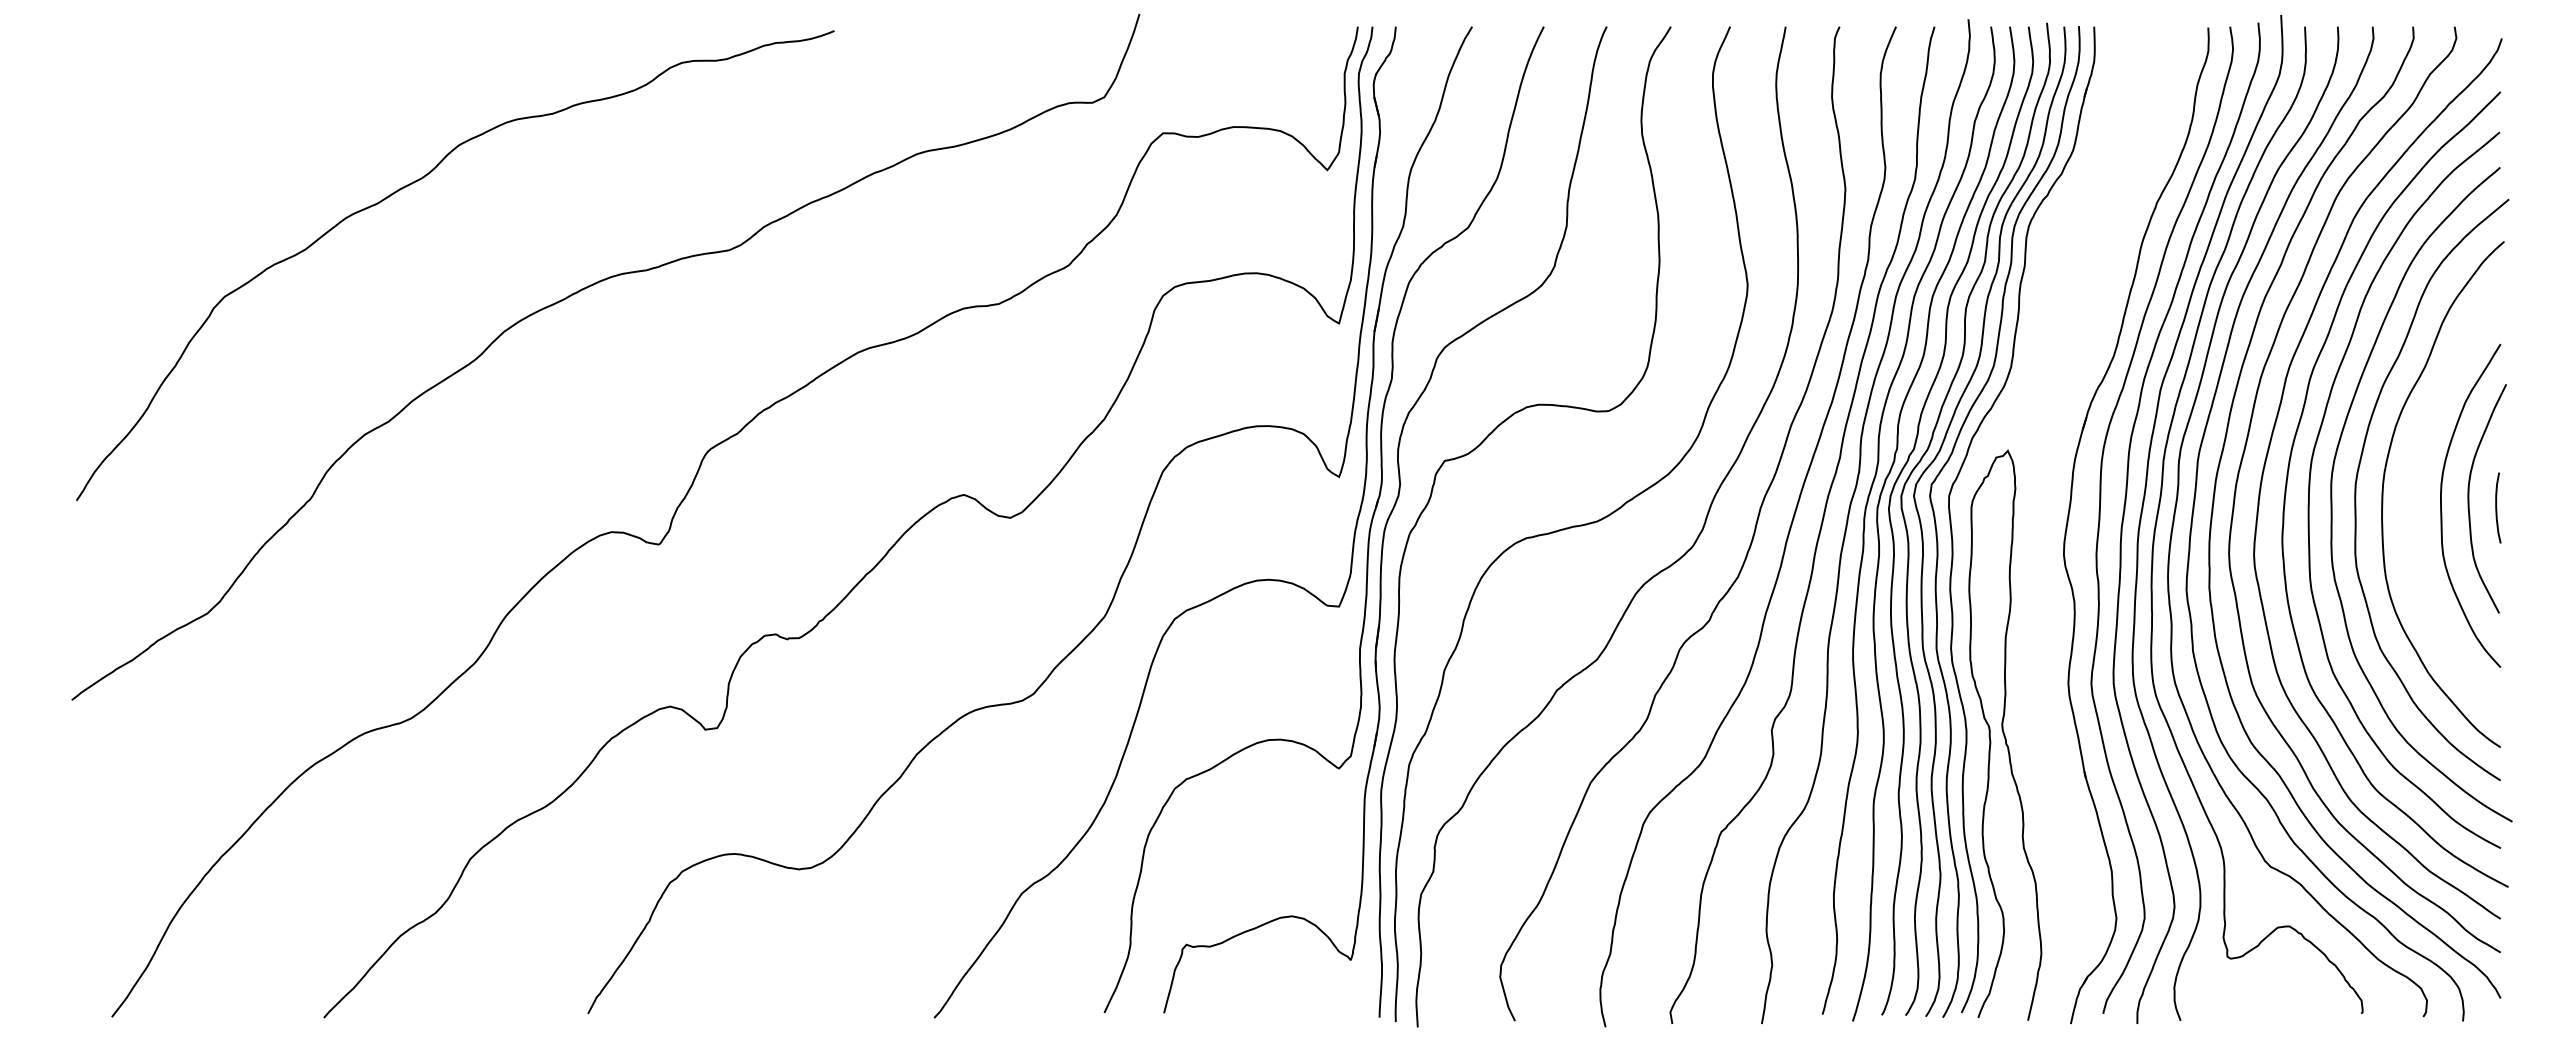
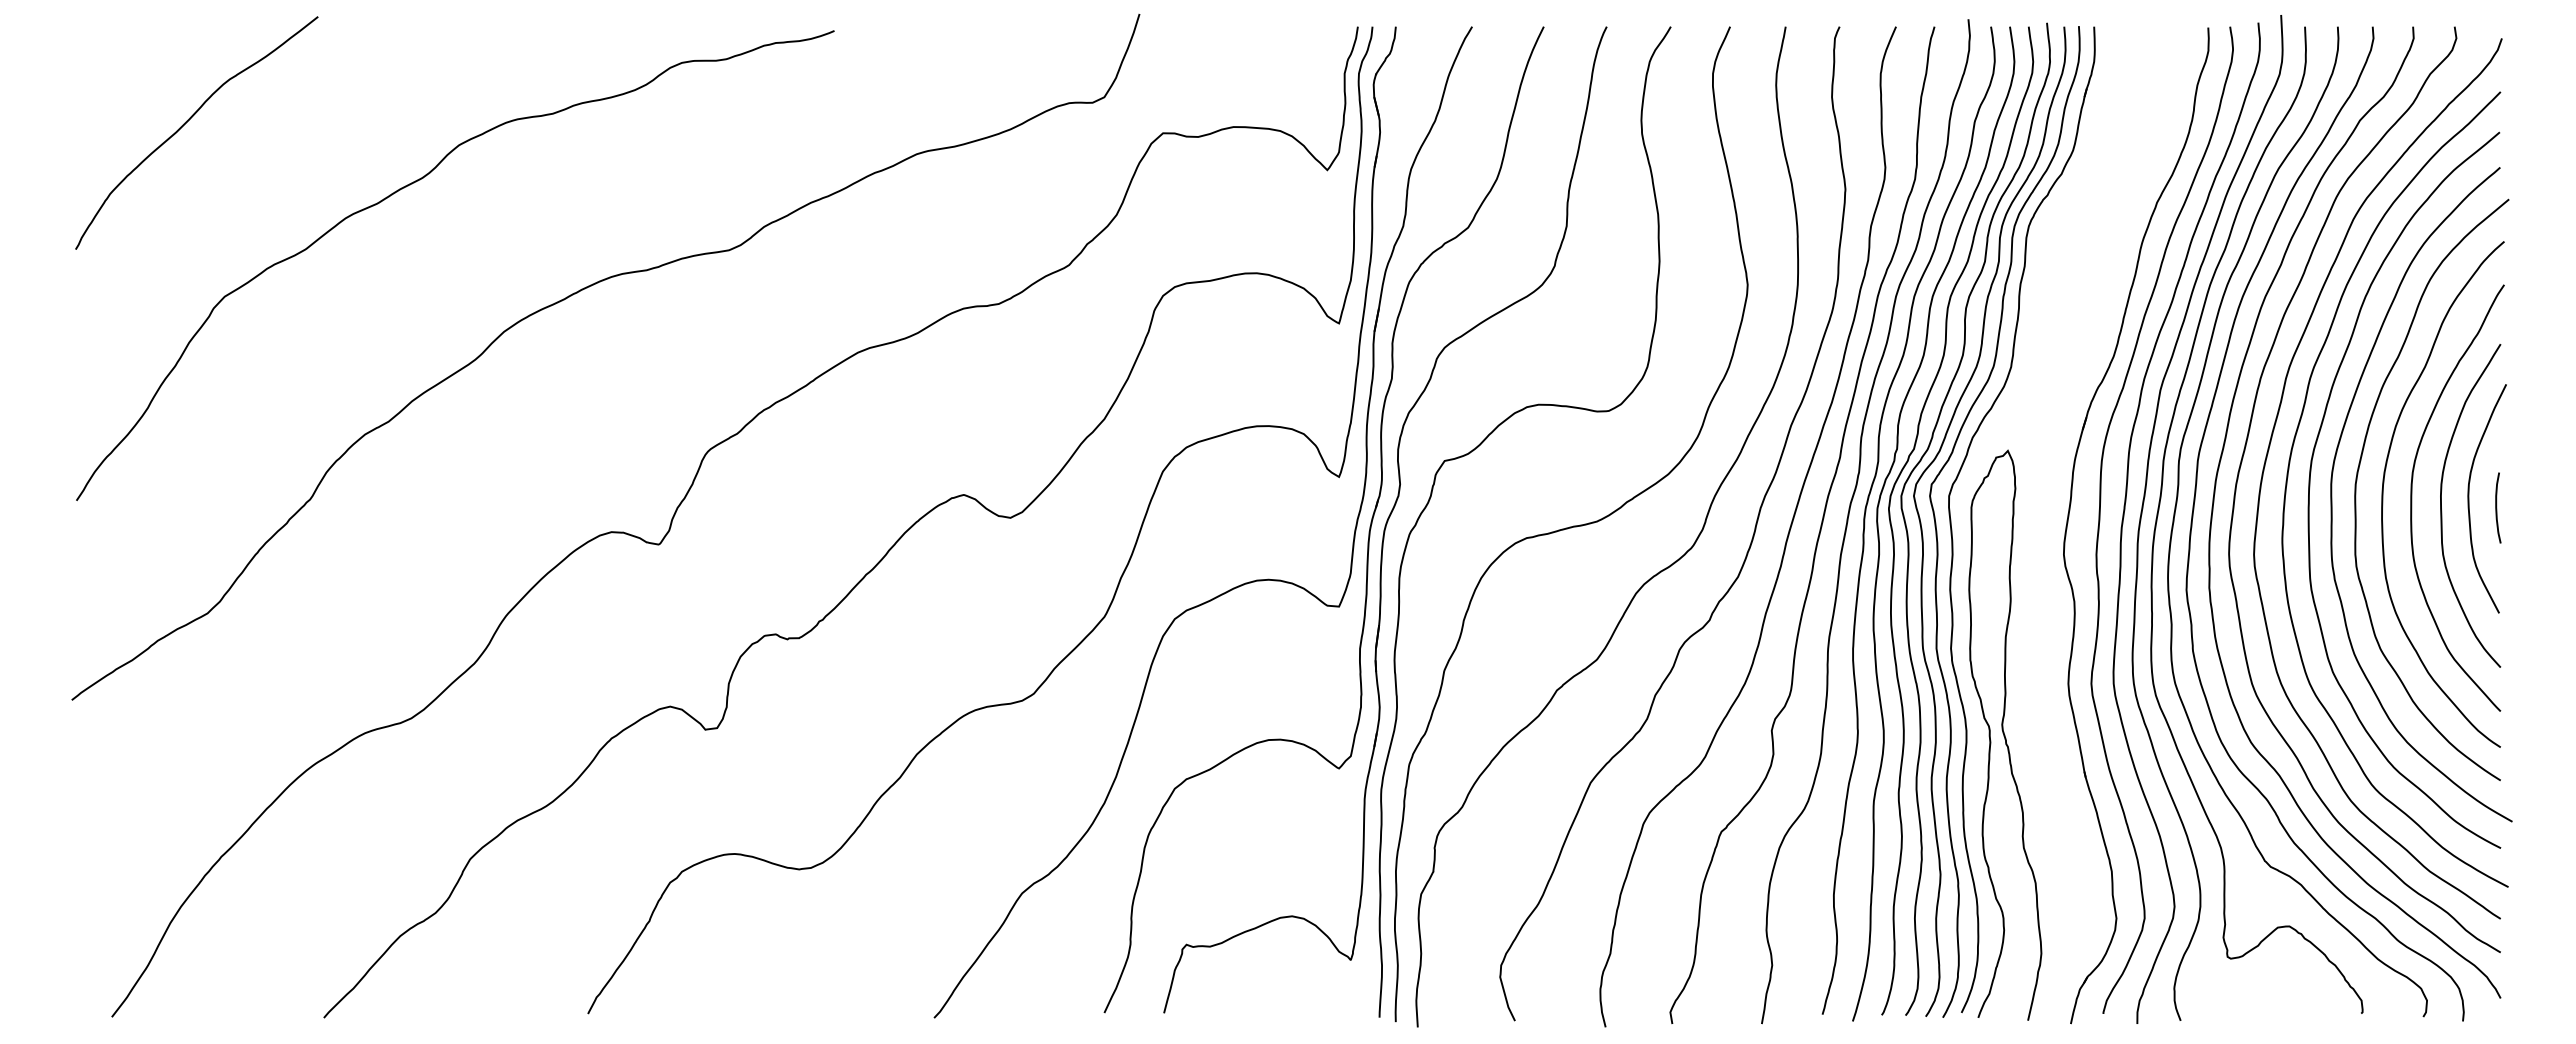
curve at (187, 122): none -> present
curve at (2412, 497): none -> present
